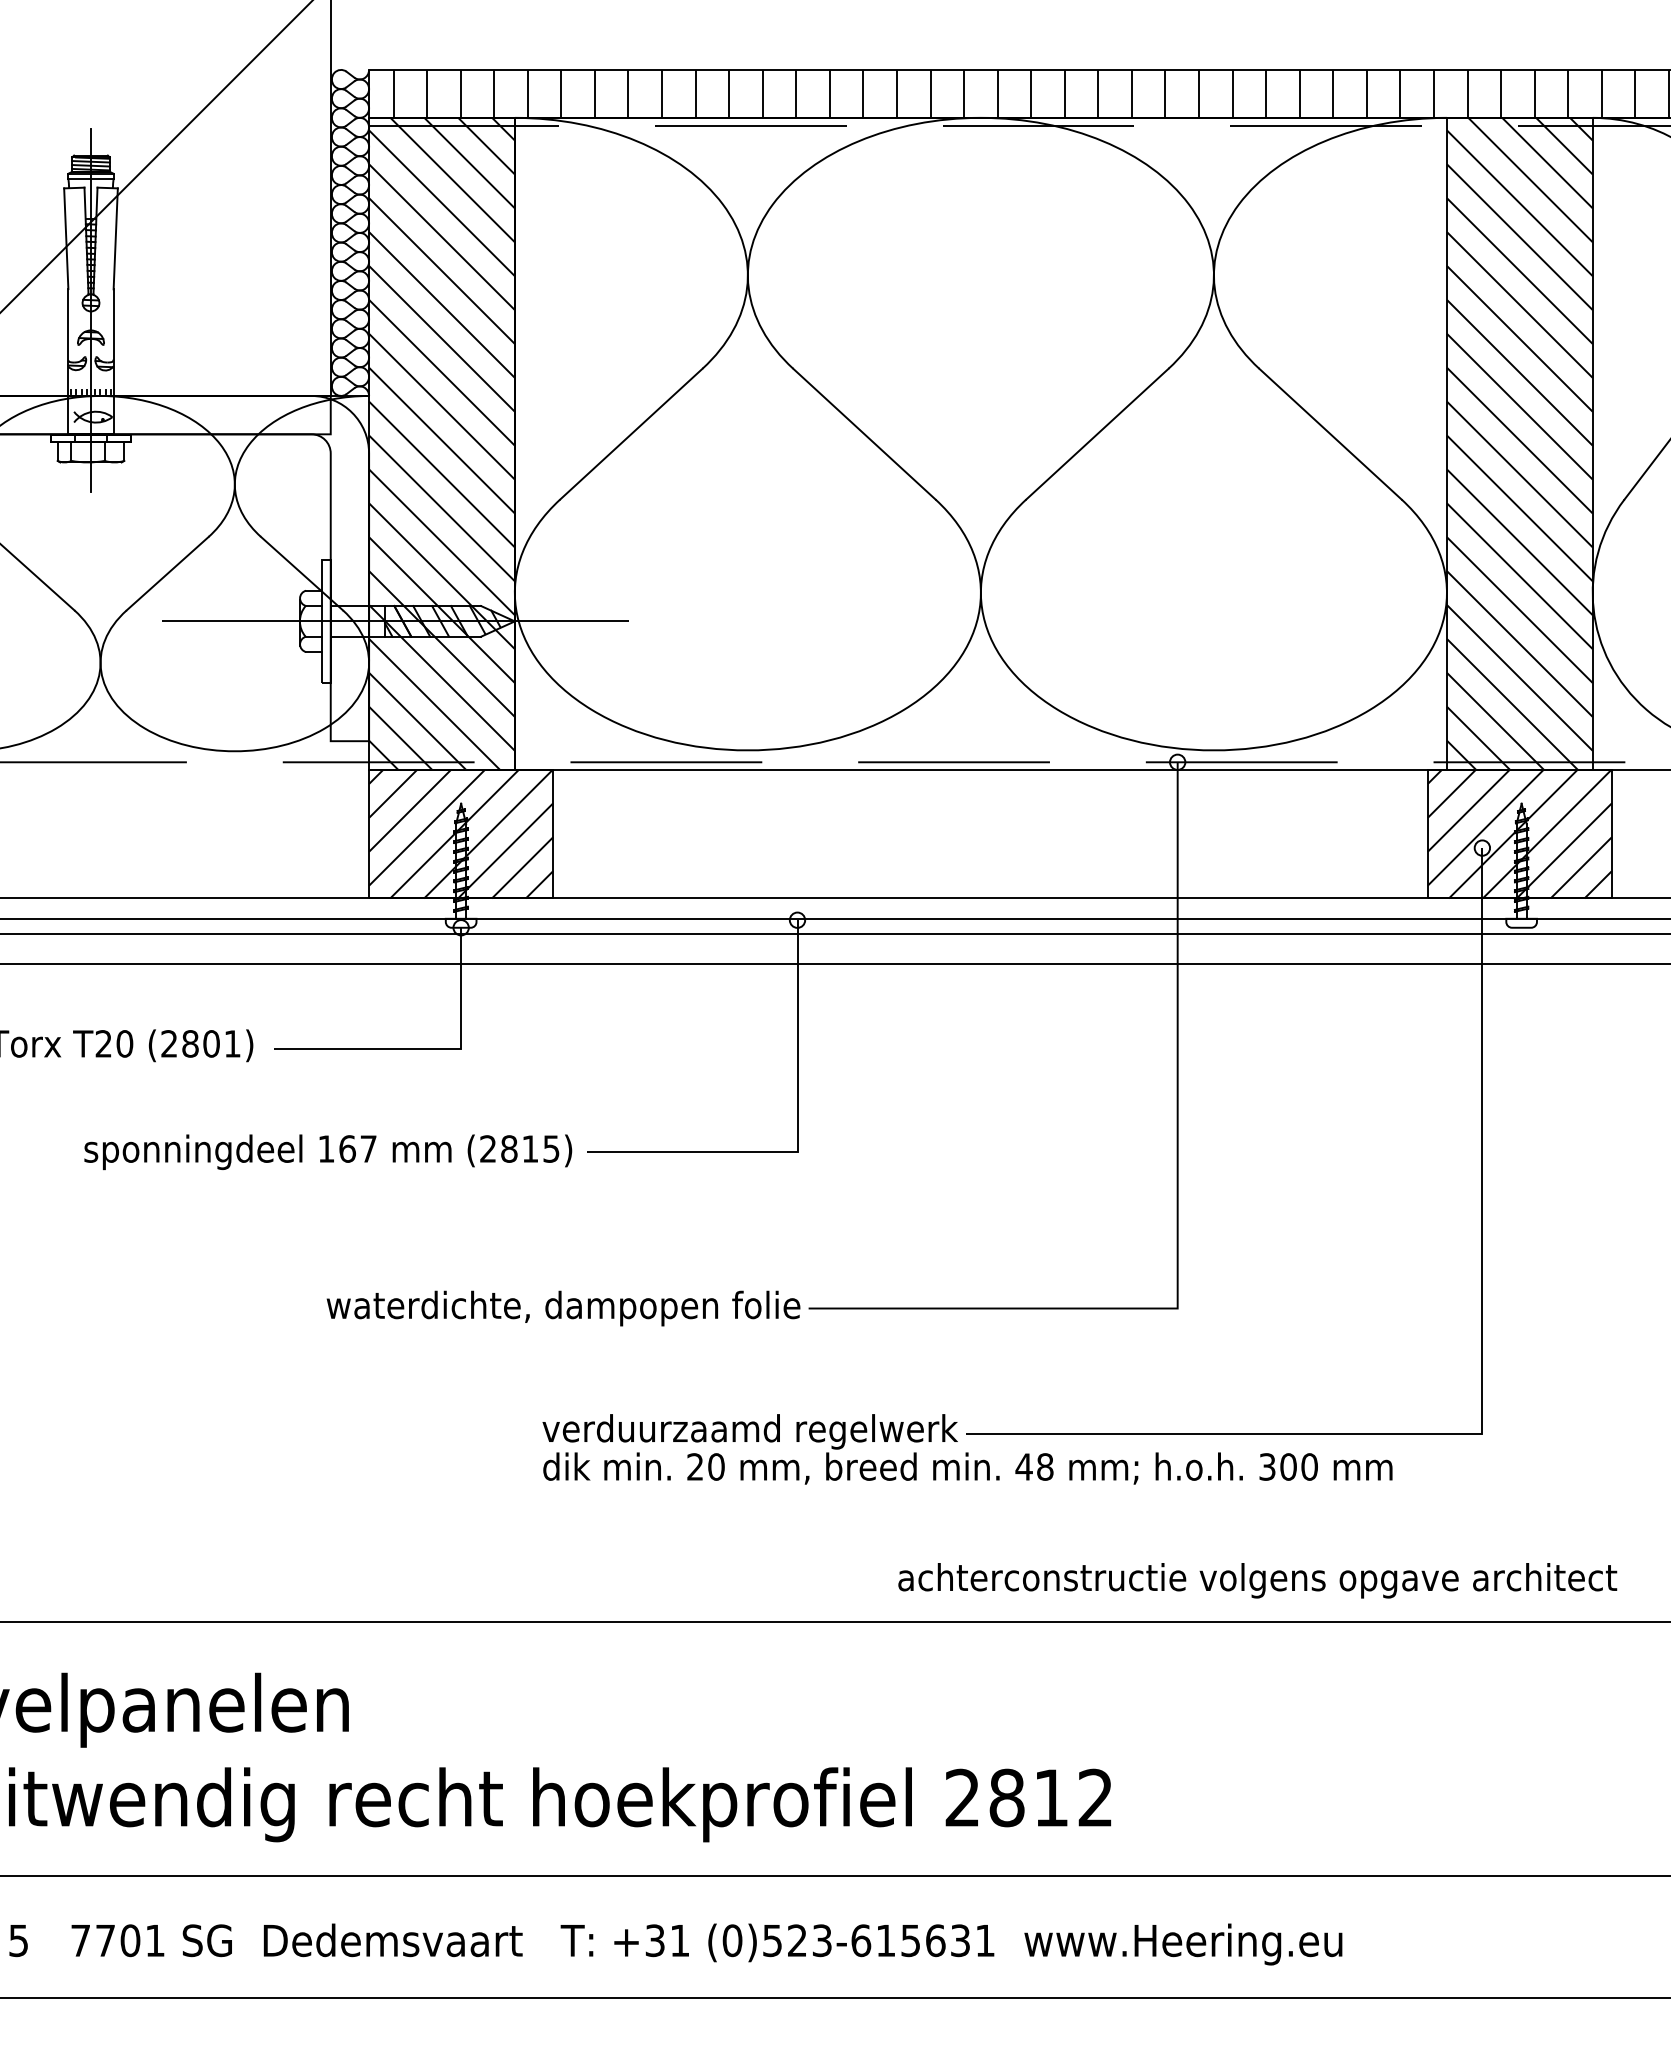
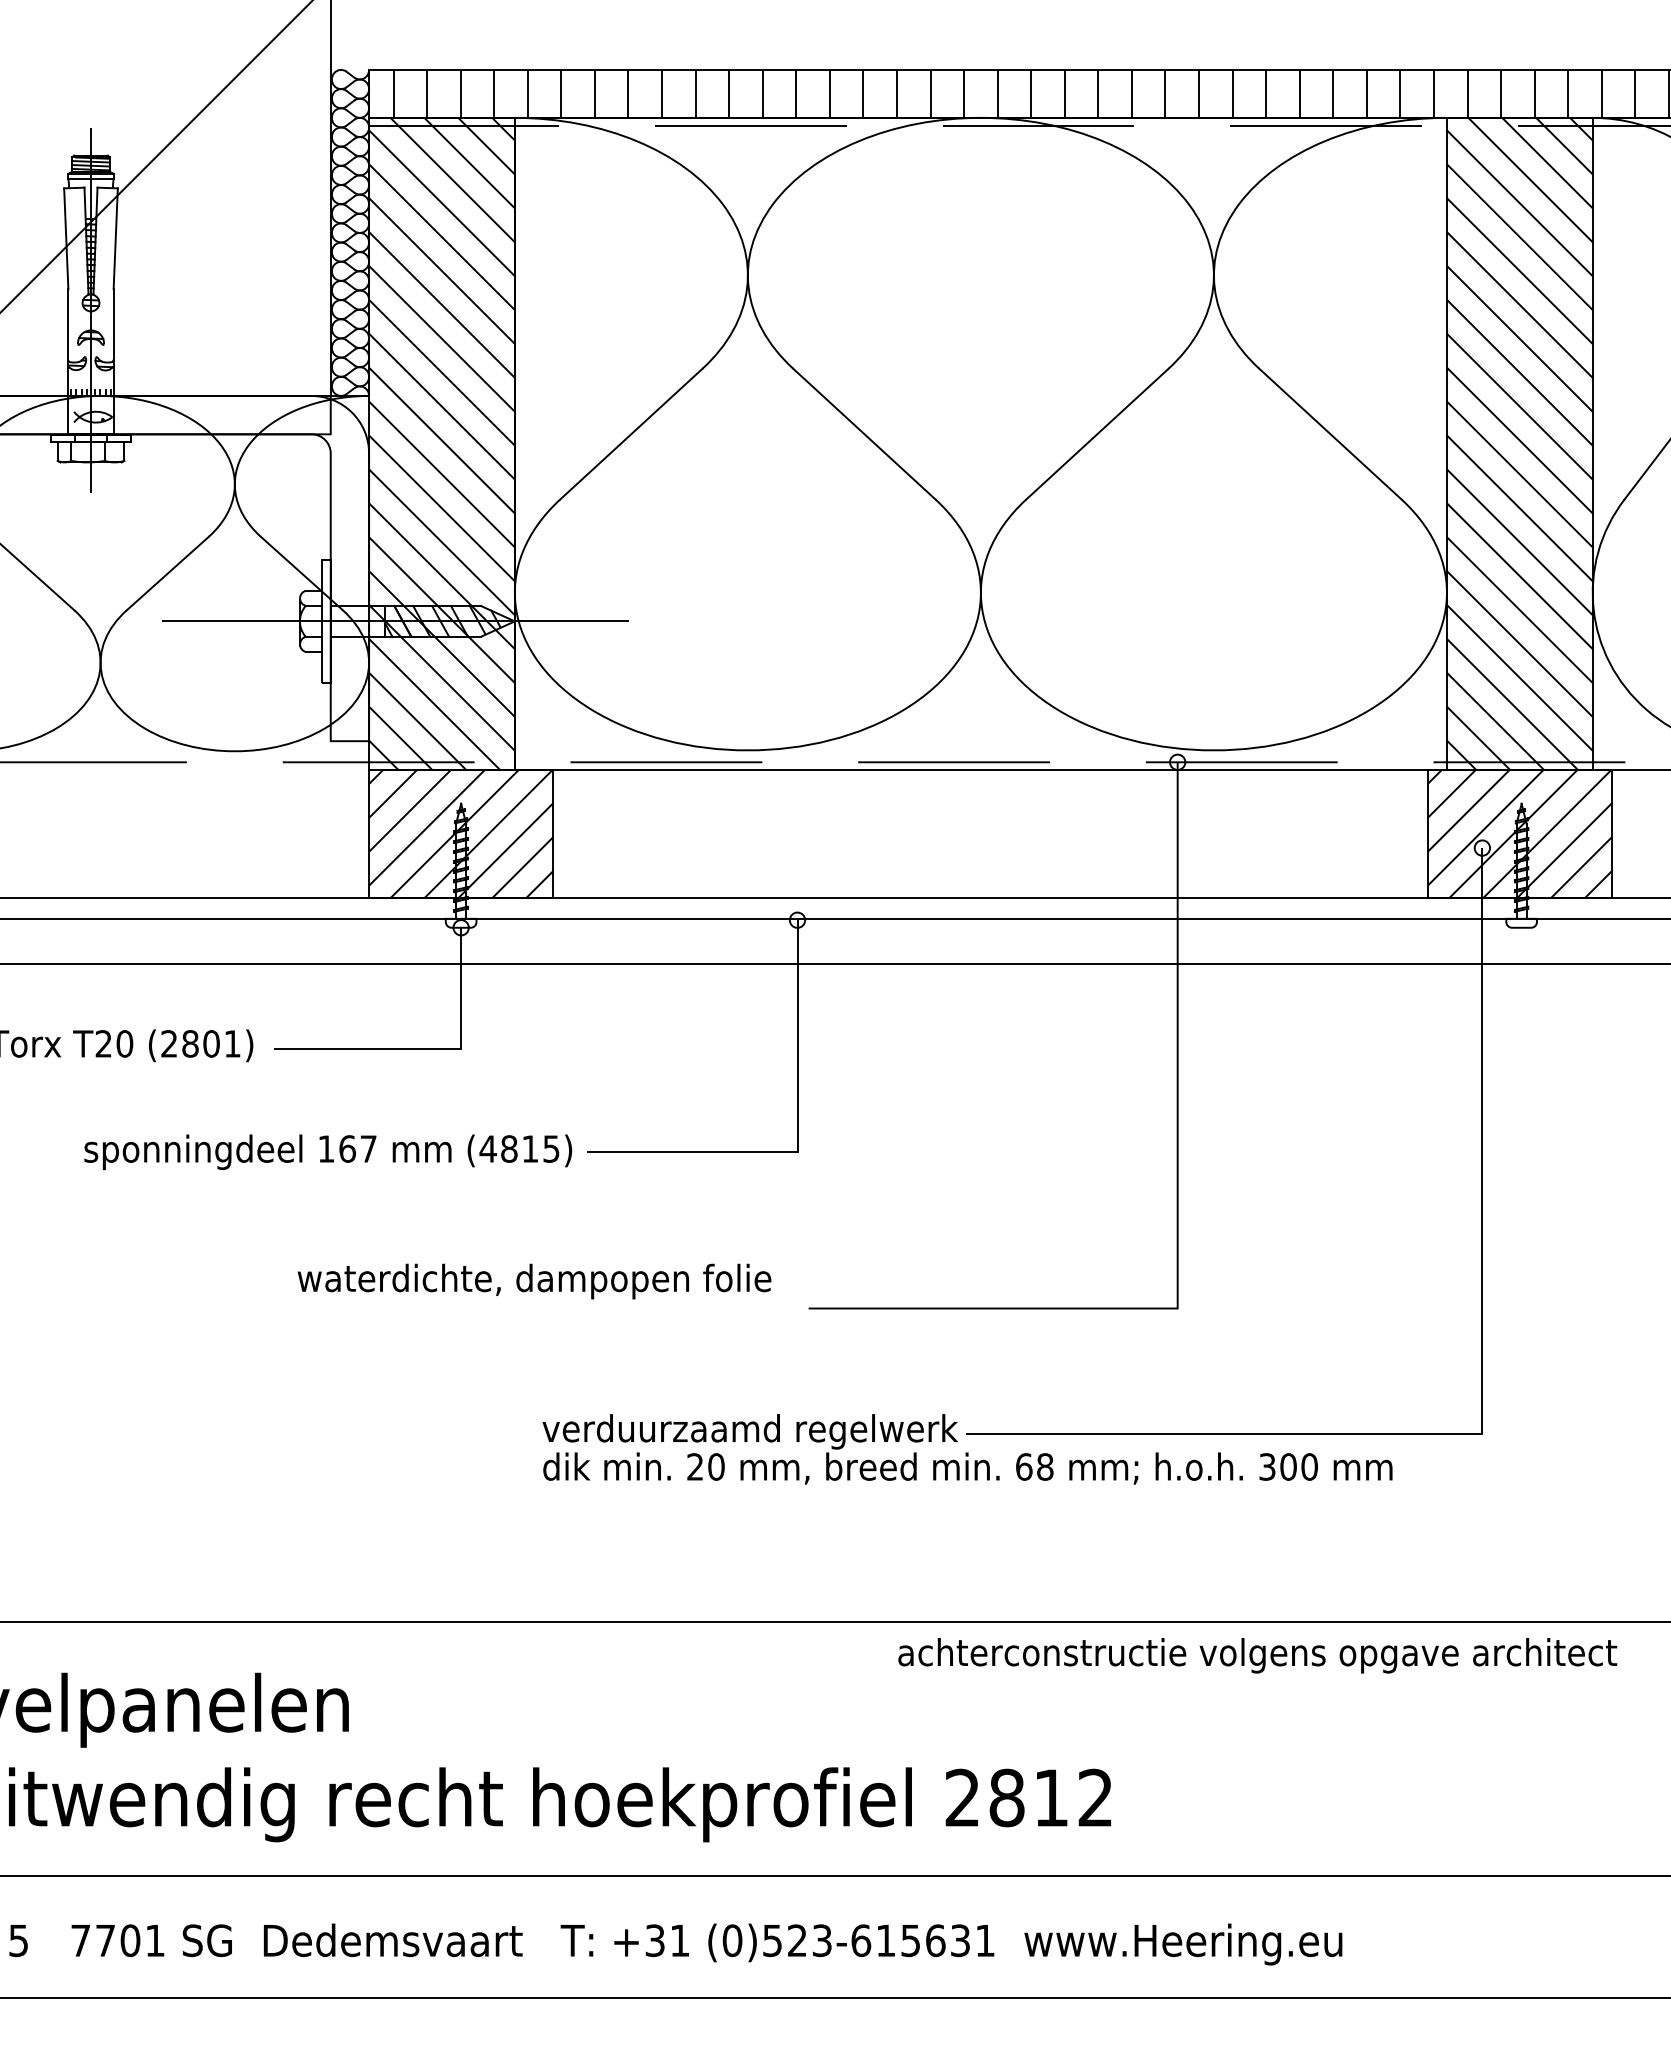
line at (834, 934): present -> none
text at (487, 1148): (2815) -> (4815)
text at (563, 1308) position: (563, 1308) -> (534, 1281)
text at (1023, 1466): 48 -> 68
text at (1257, 1580) position: (1257, 1580) -> (1257, 1655)
